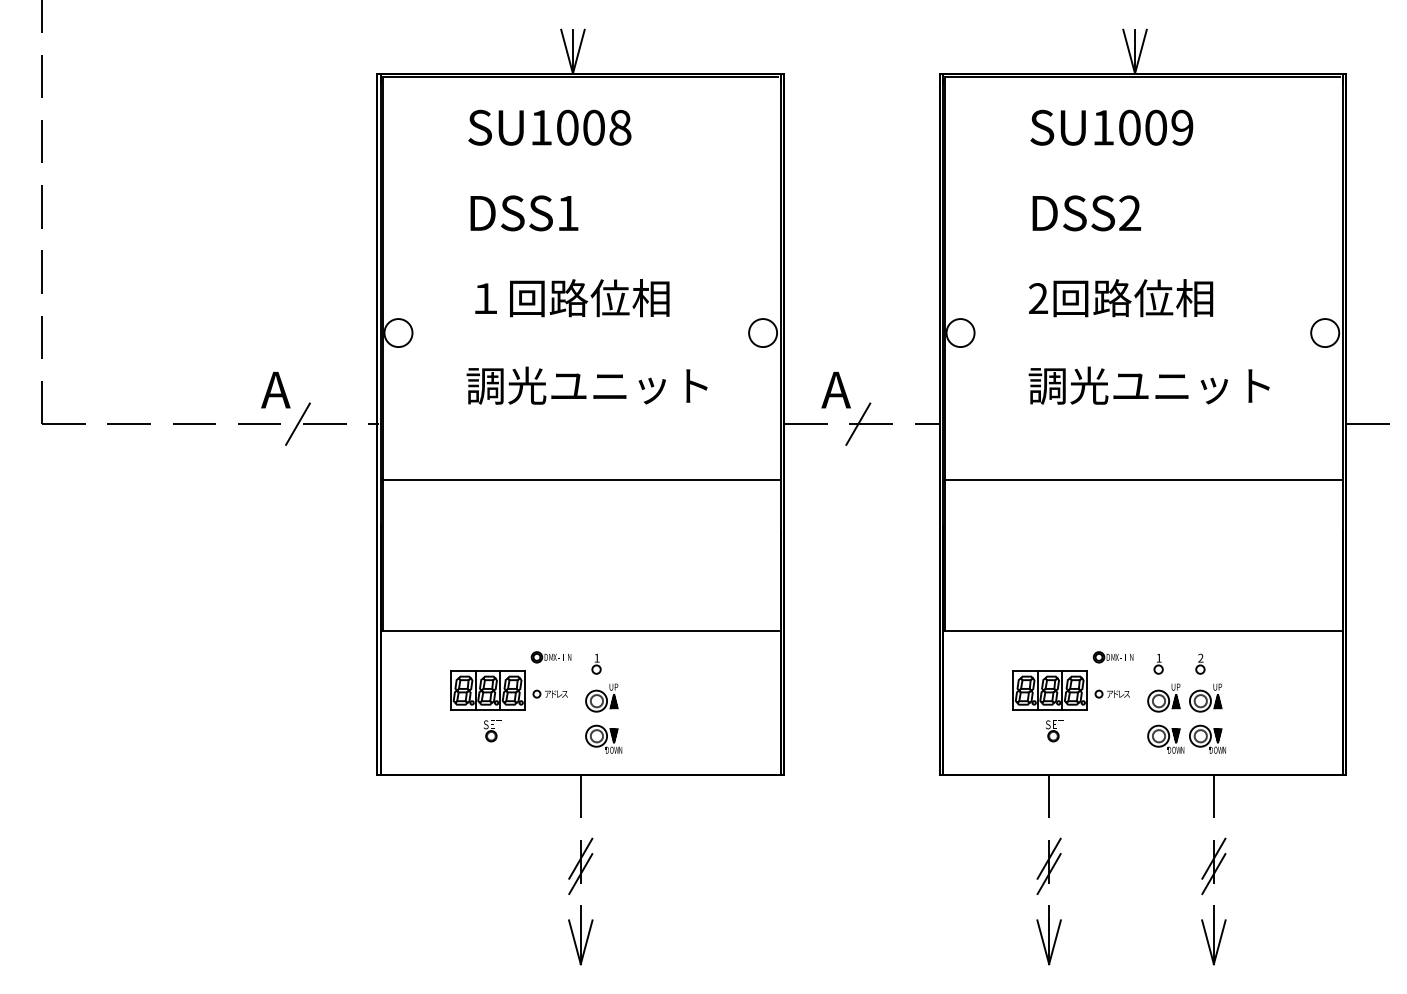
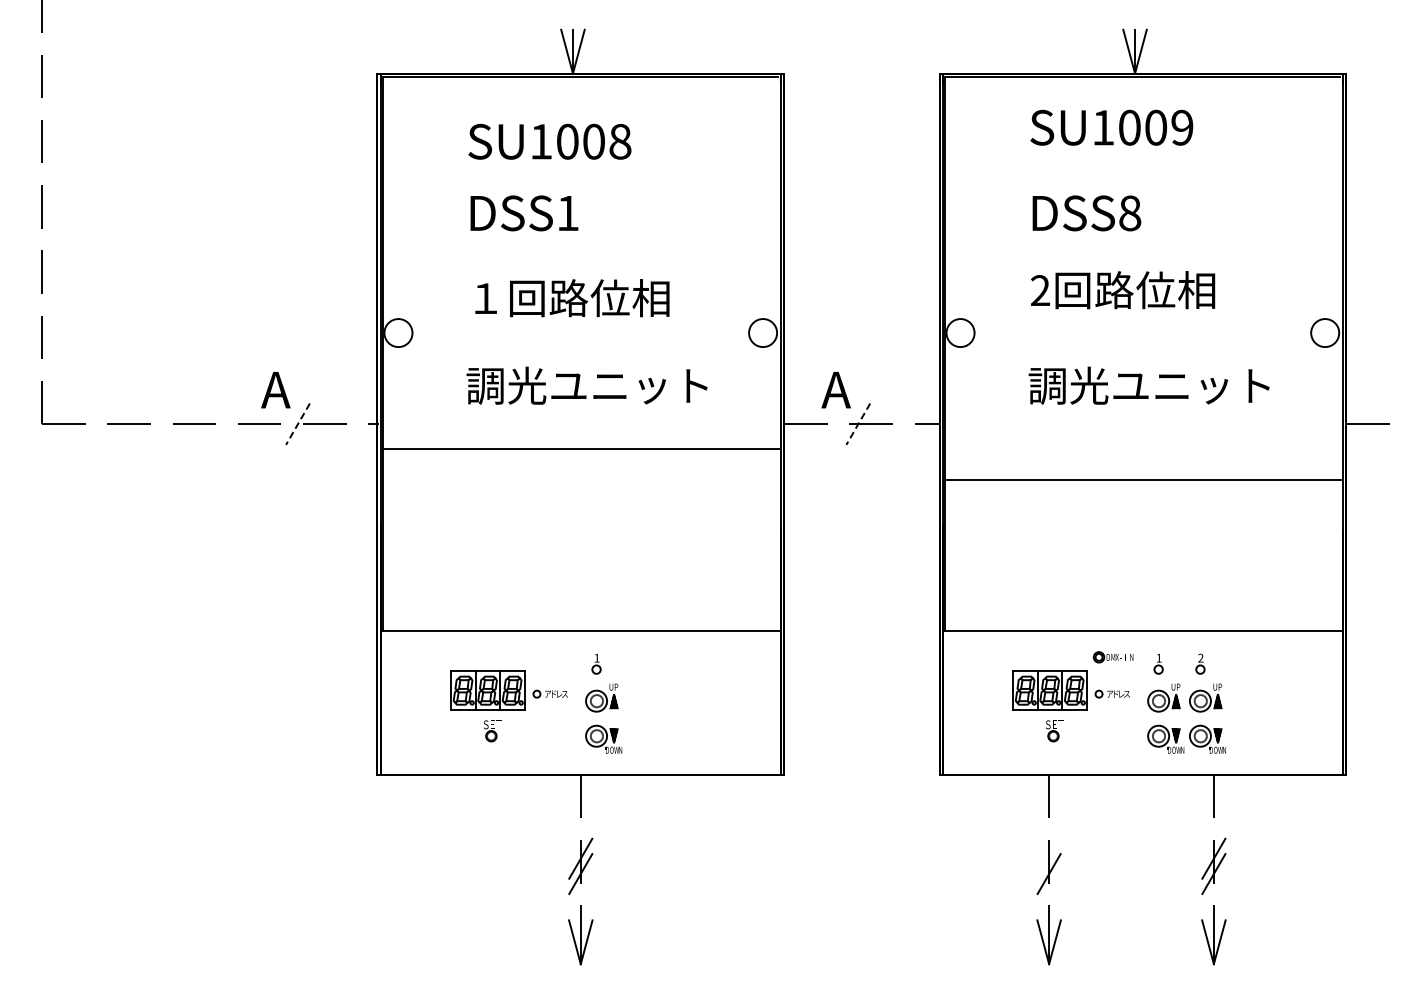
text at (549, 127) position: (549, 127) -> (549, 141)
text at (1130, 213): DSS2 -> DSS8
text at (1121, 298) position: (1121, 298) -> (1123, 290)
line at (297, 424): solid -> dashed
line at (858, 424): solid -> dashed
line at (580, 480) position: (580, 480) -> (580, 449)
part at (550, 657): present -> none
line at (1048, 858): present -> none
